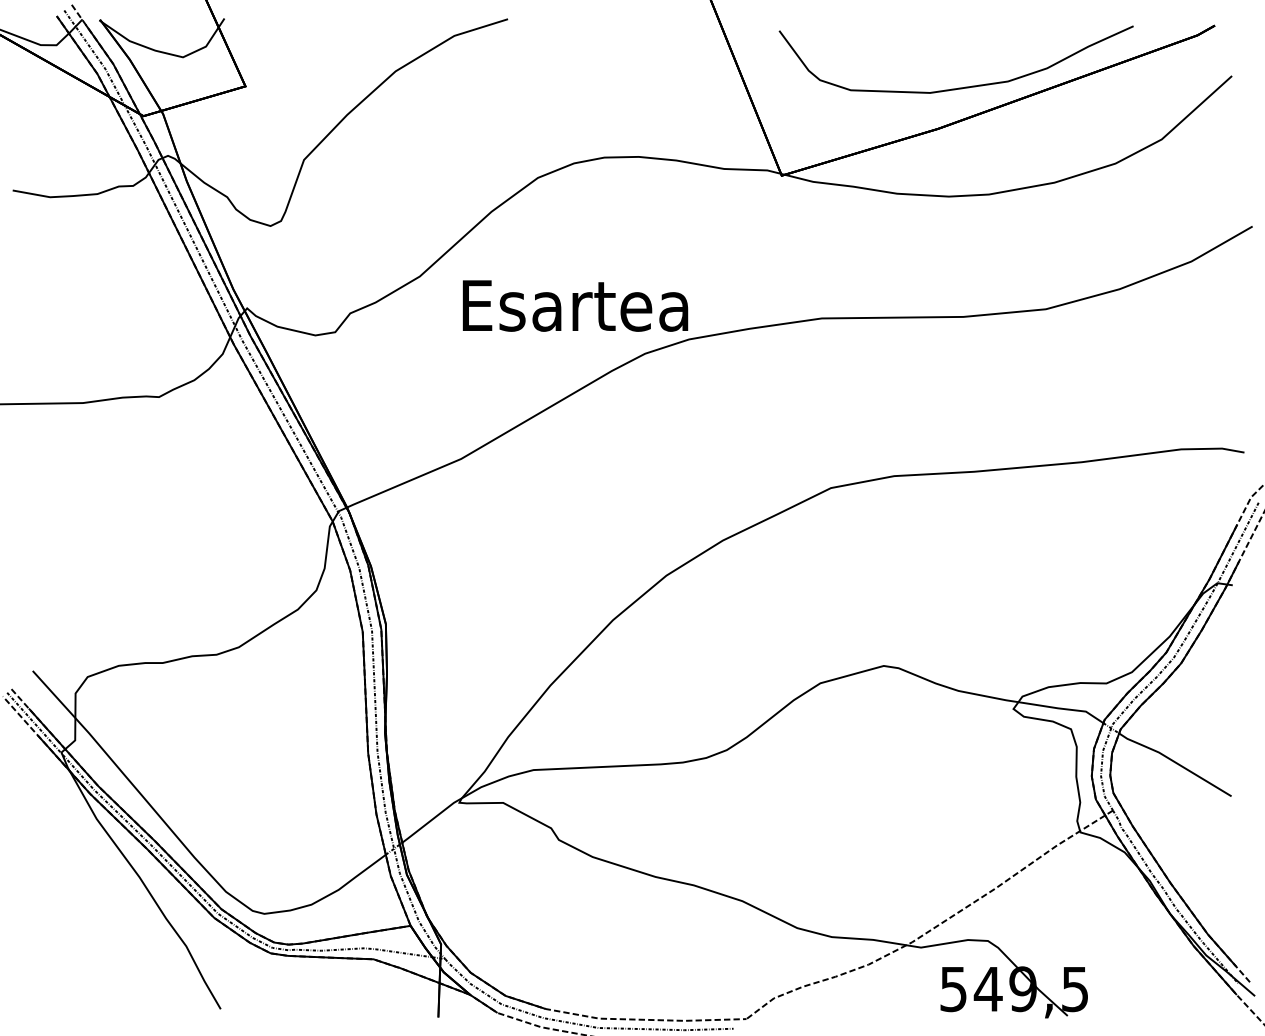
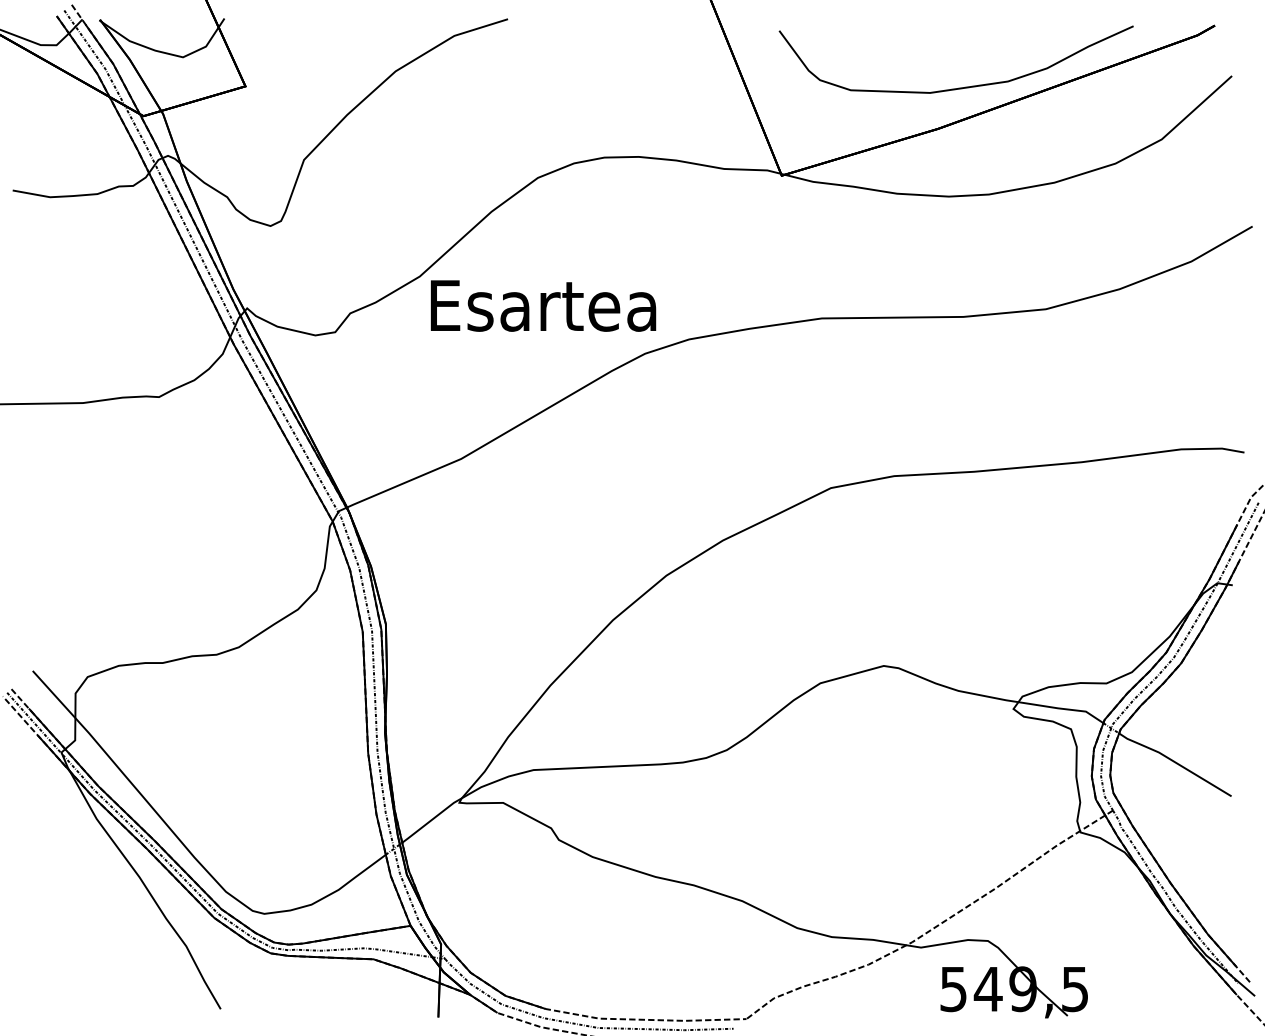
text at (575, 305) position: (575, 305) -> (543, 305)
